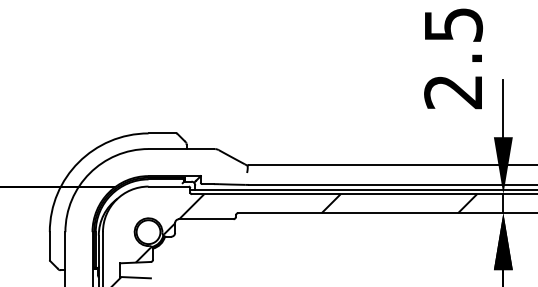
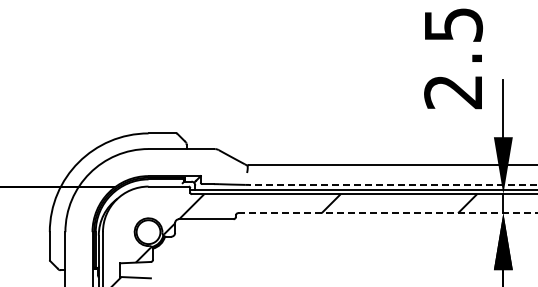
line at (393, 184): solid -> dashed
line at (388, 213): solid -> dashed
